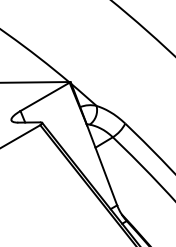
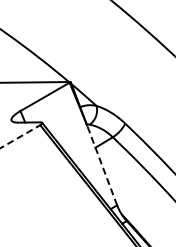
line at (20, 136): solid -> dashed
line at (102, 165): solid -> dashed
